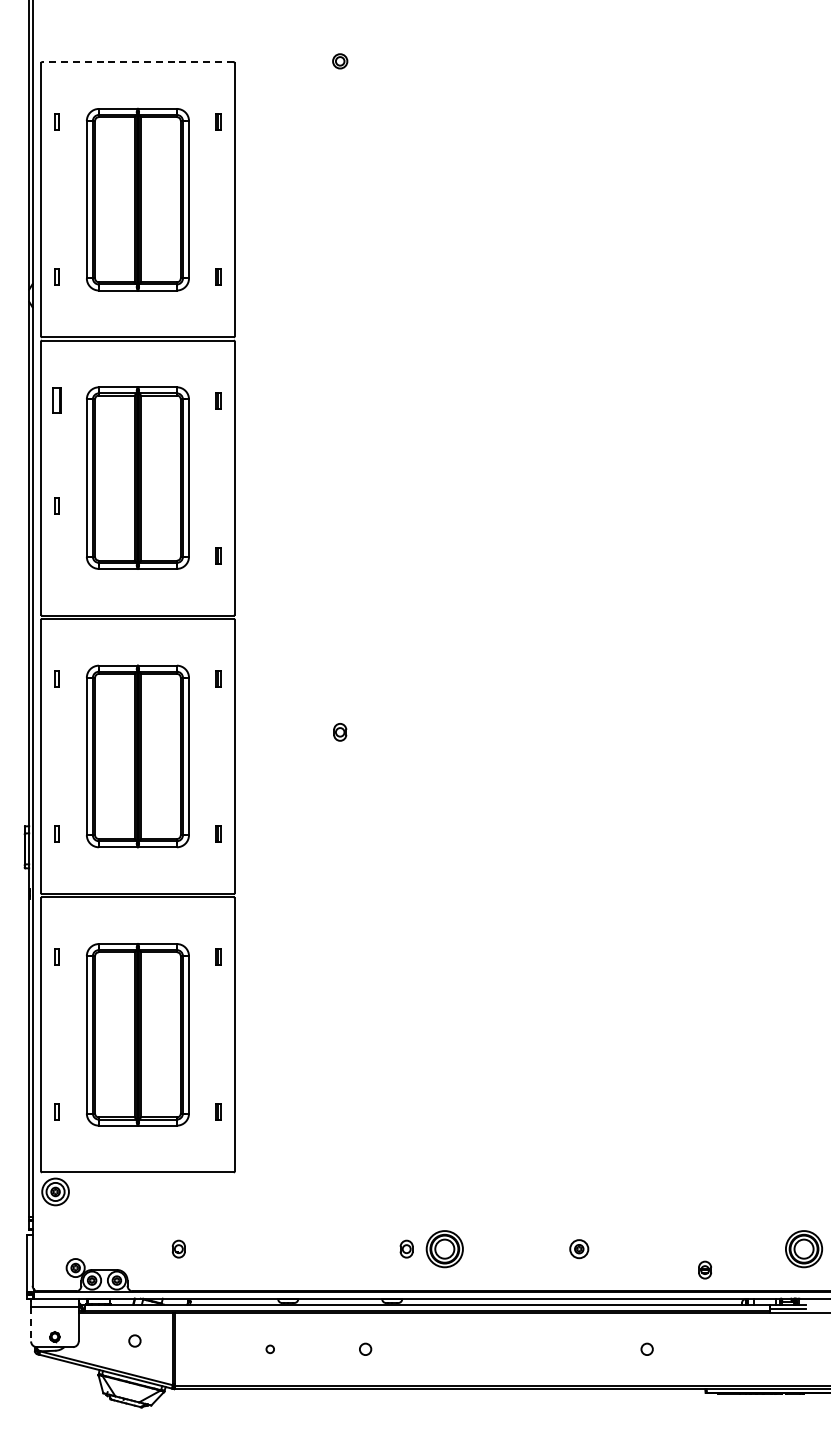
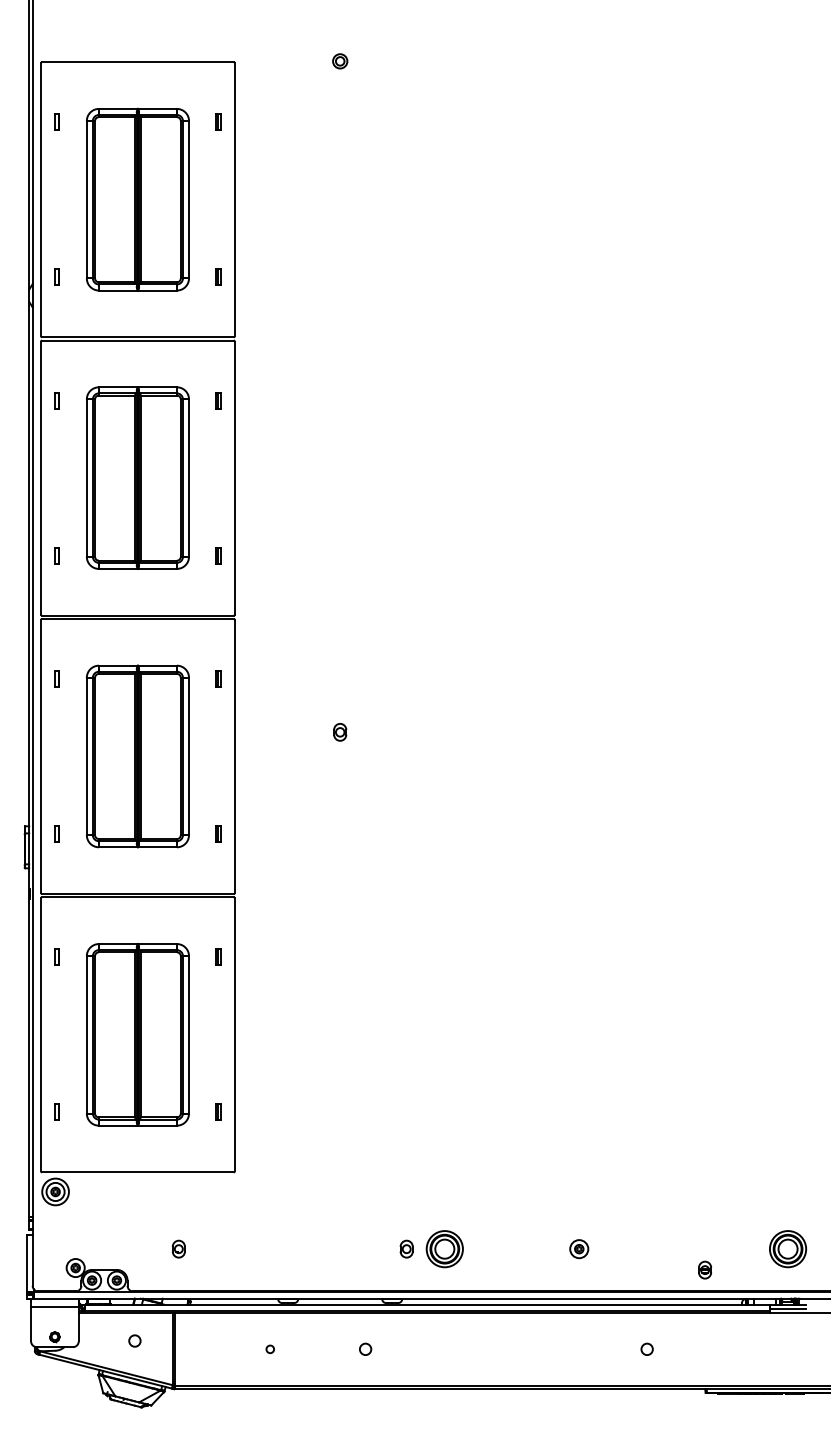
line at (137, 62): dashed -> solid
part at (56, 400) size: 10x27 px -> 6x18 px
part at (56, 505) position: (56, 505) -> (56, 555)
part at (804, 1249) position: (804, 1249) -> (788, 1249)
line at (31, 1324): dashed -> solid
